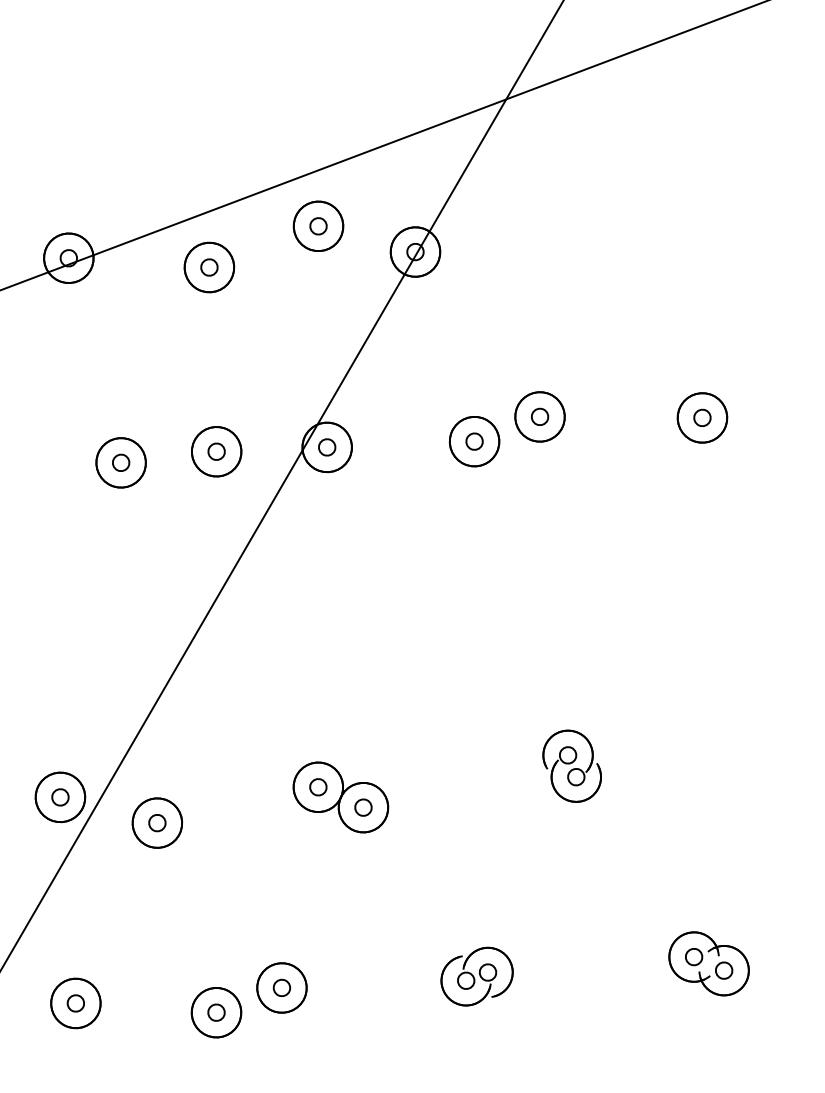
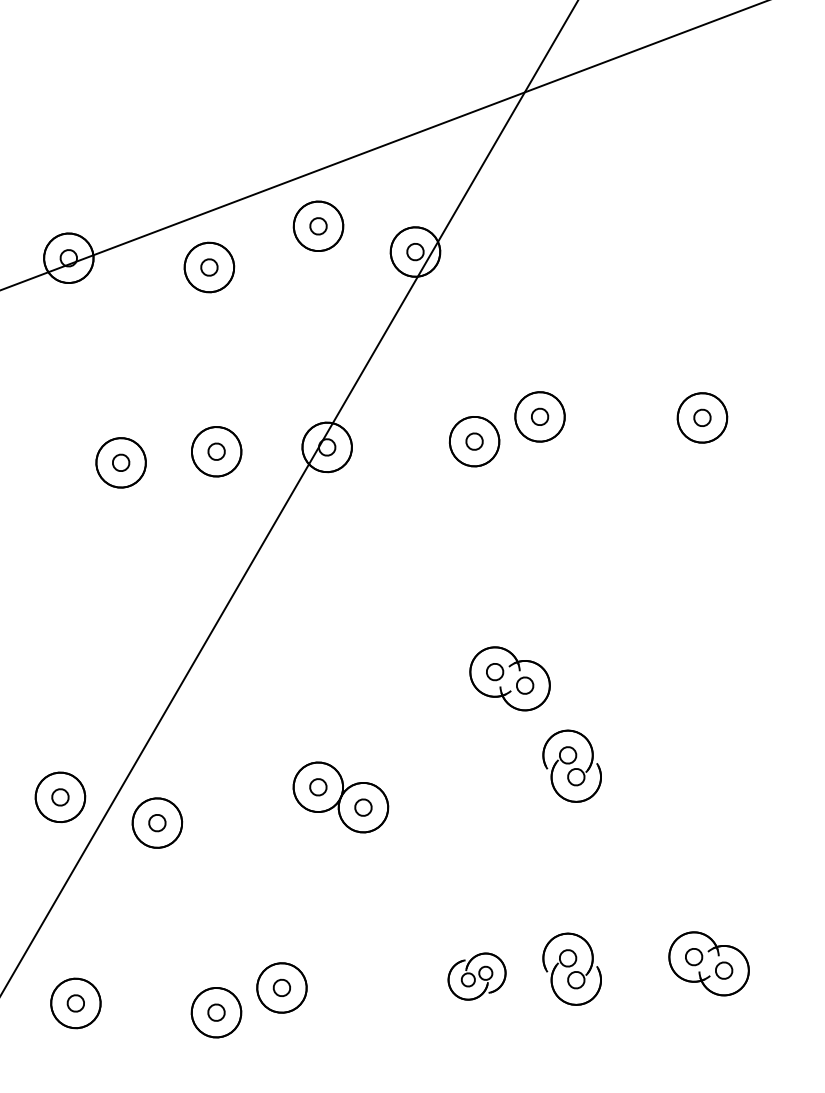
line at (282, 485) position: (282, 485) -> (289, 497)
part at (509, 678): none -> present
part at (571, 968): none -> present
part at (476, 976) size: 74x61 px -> 60x49 px
